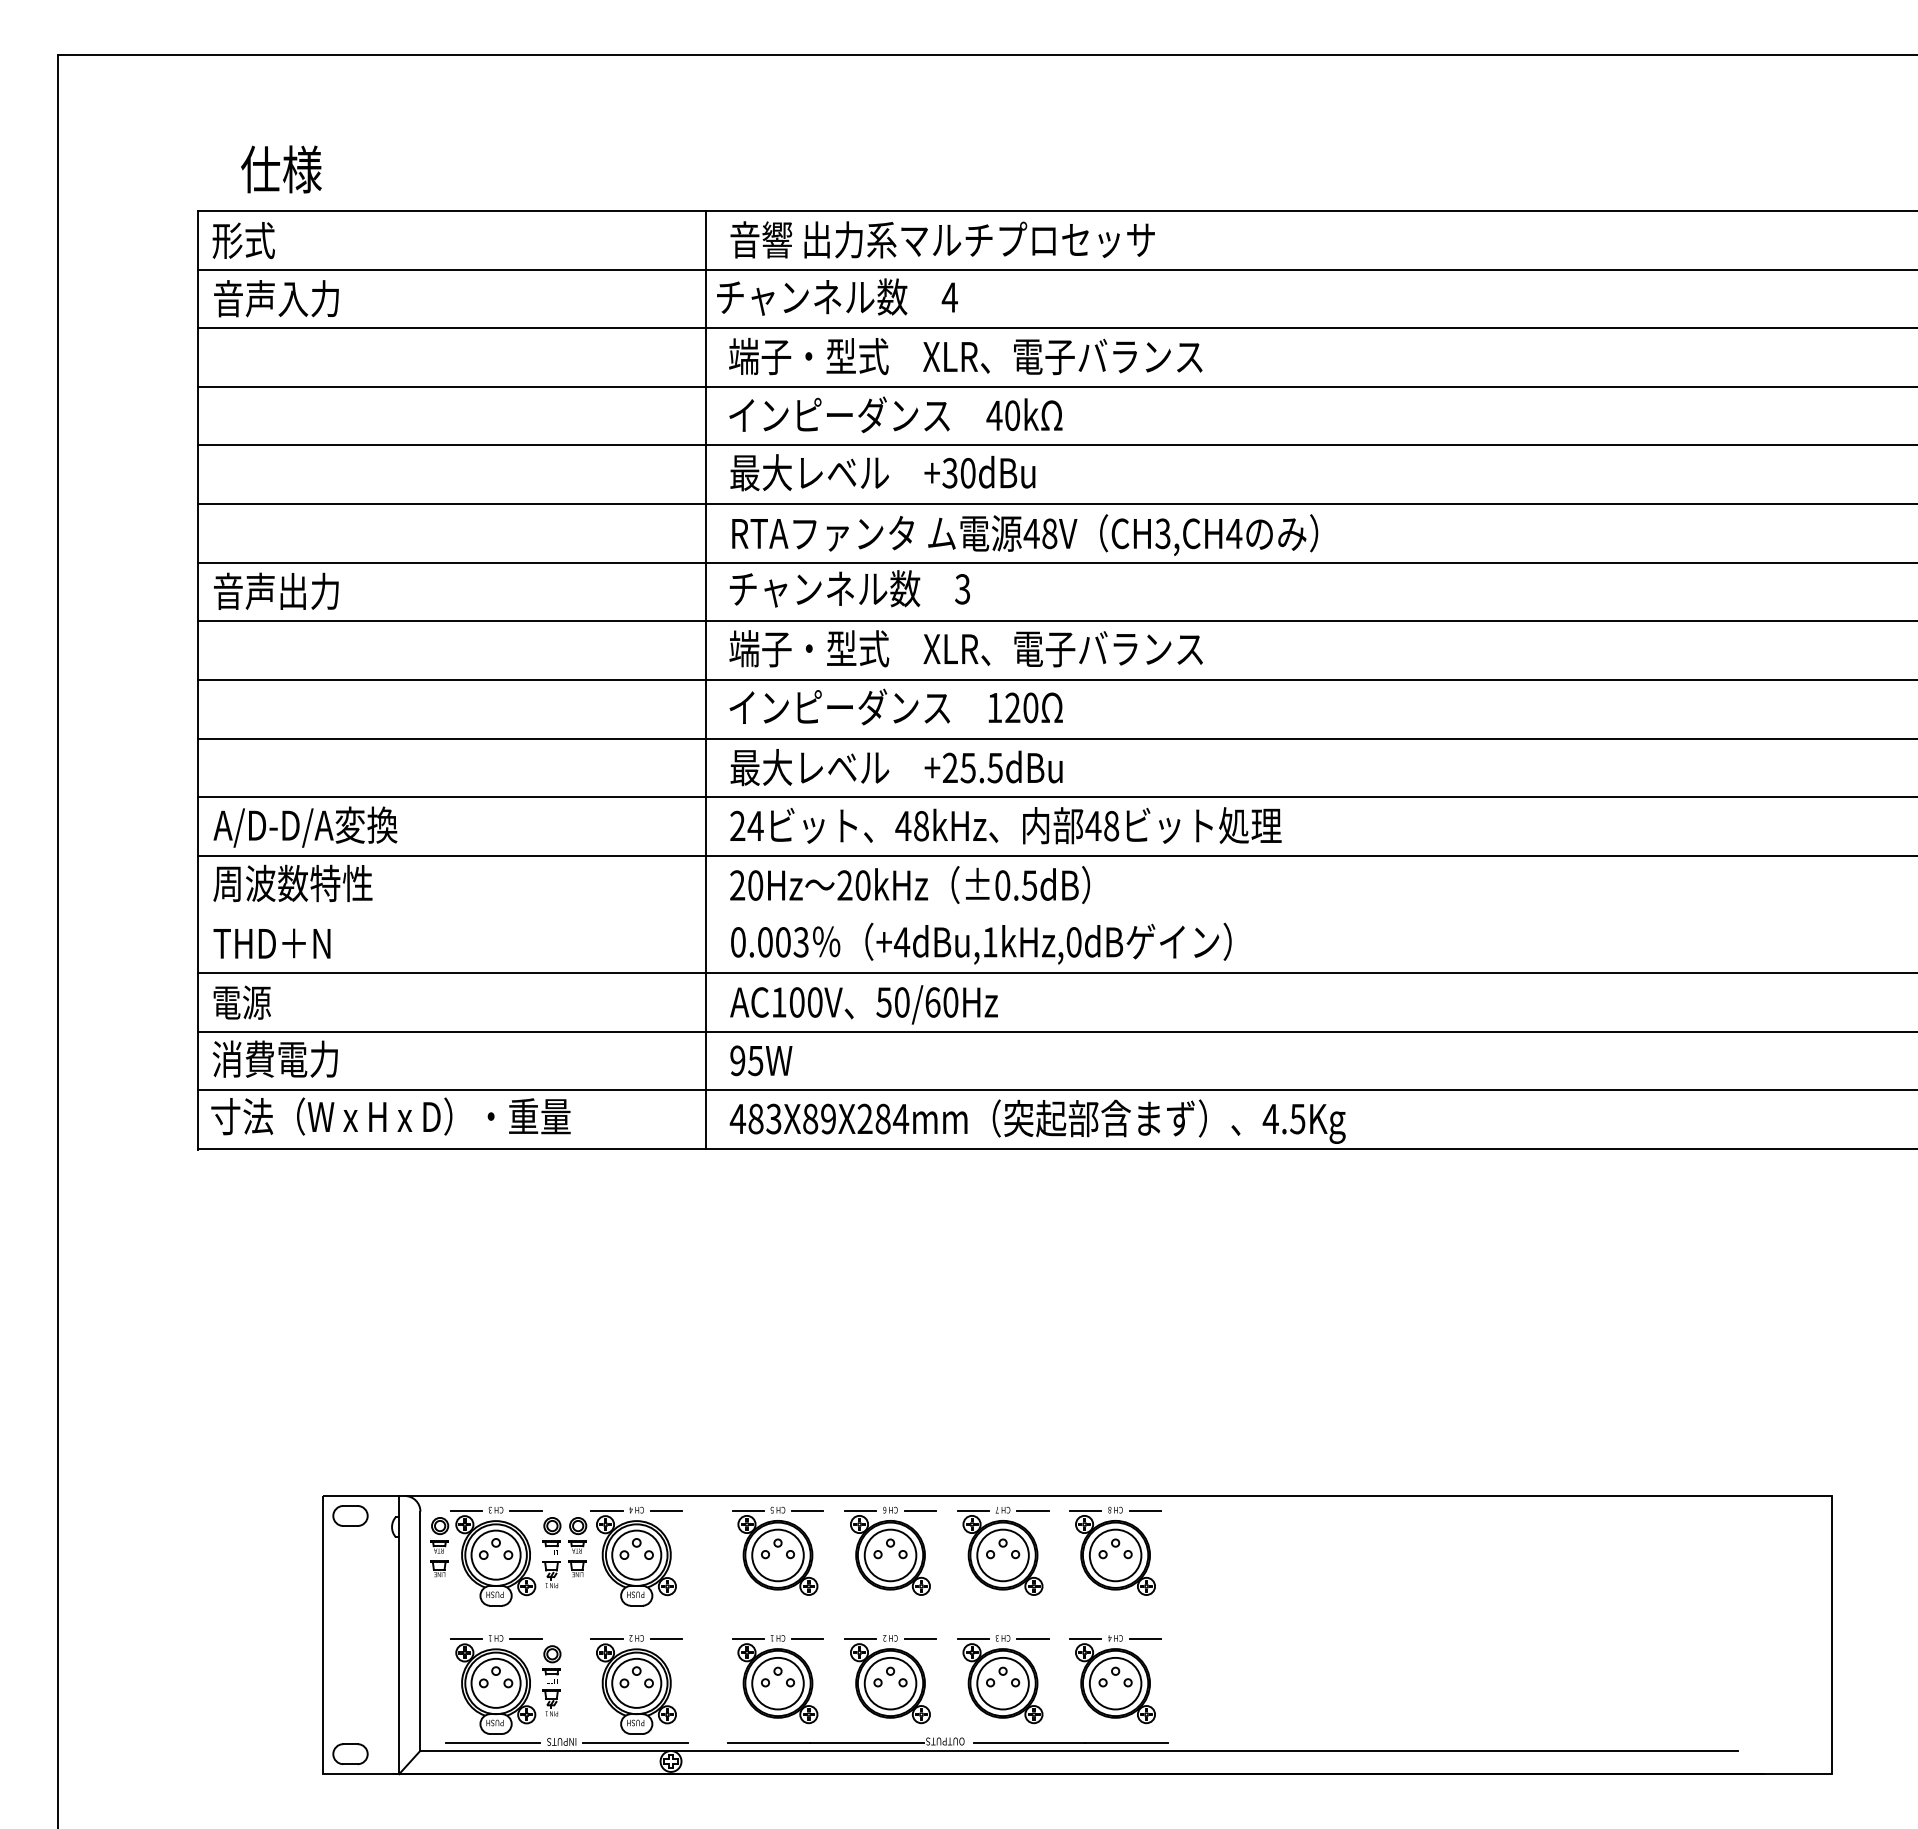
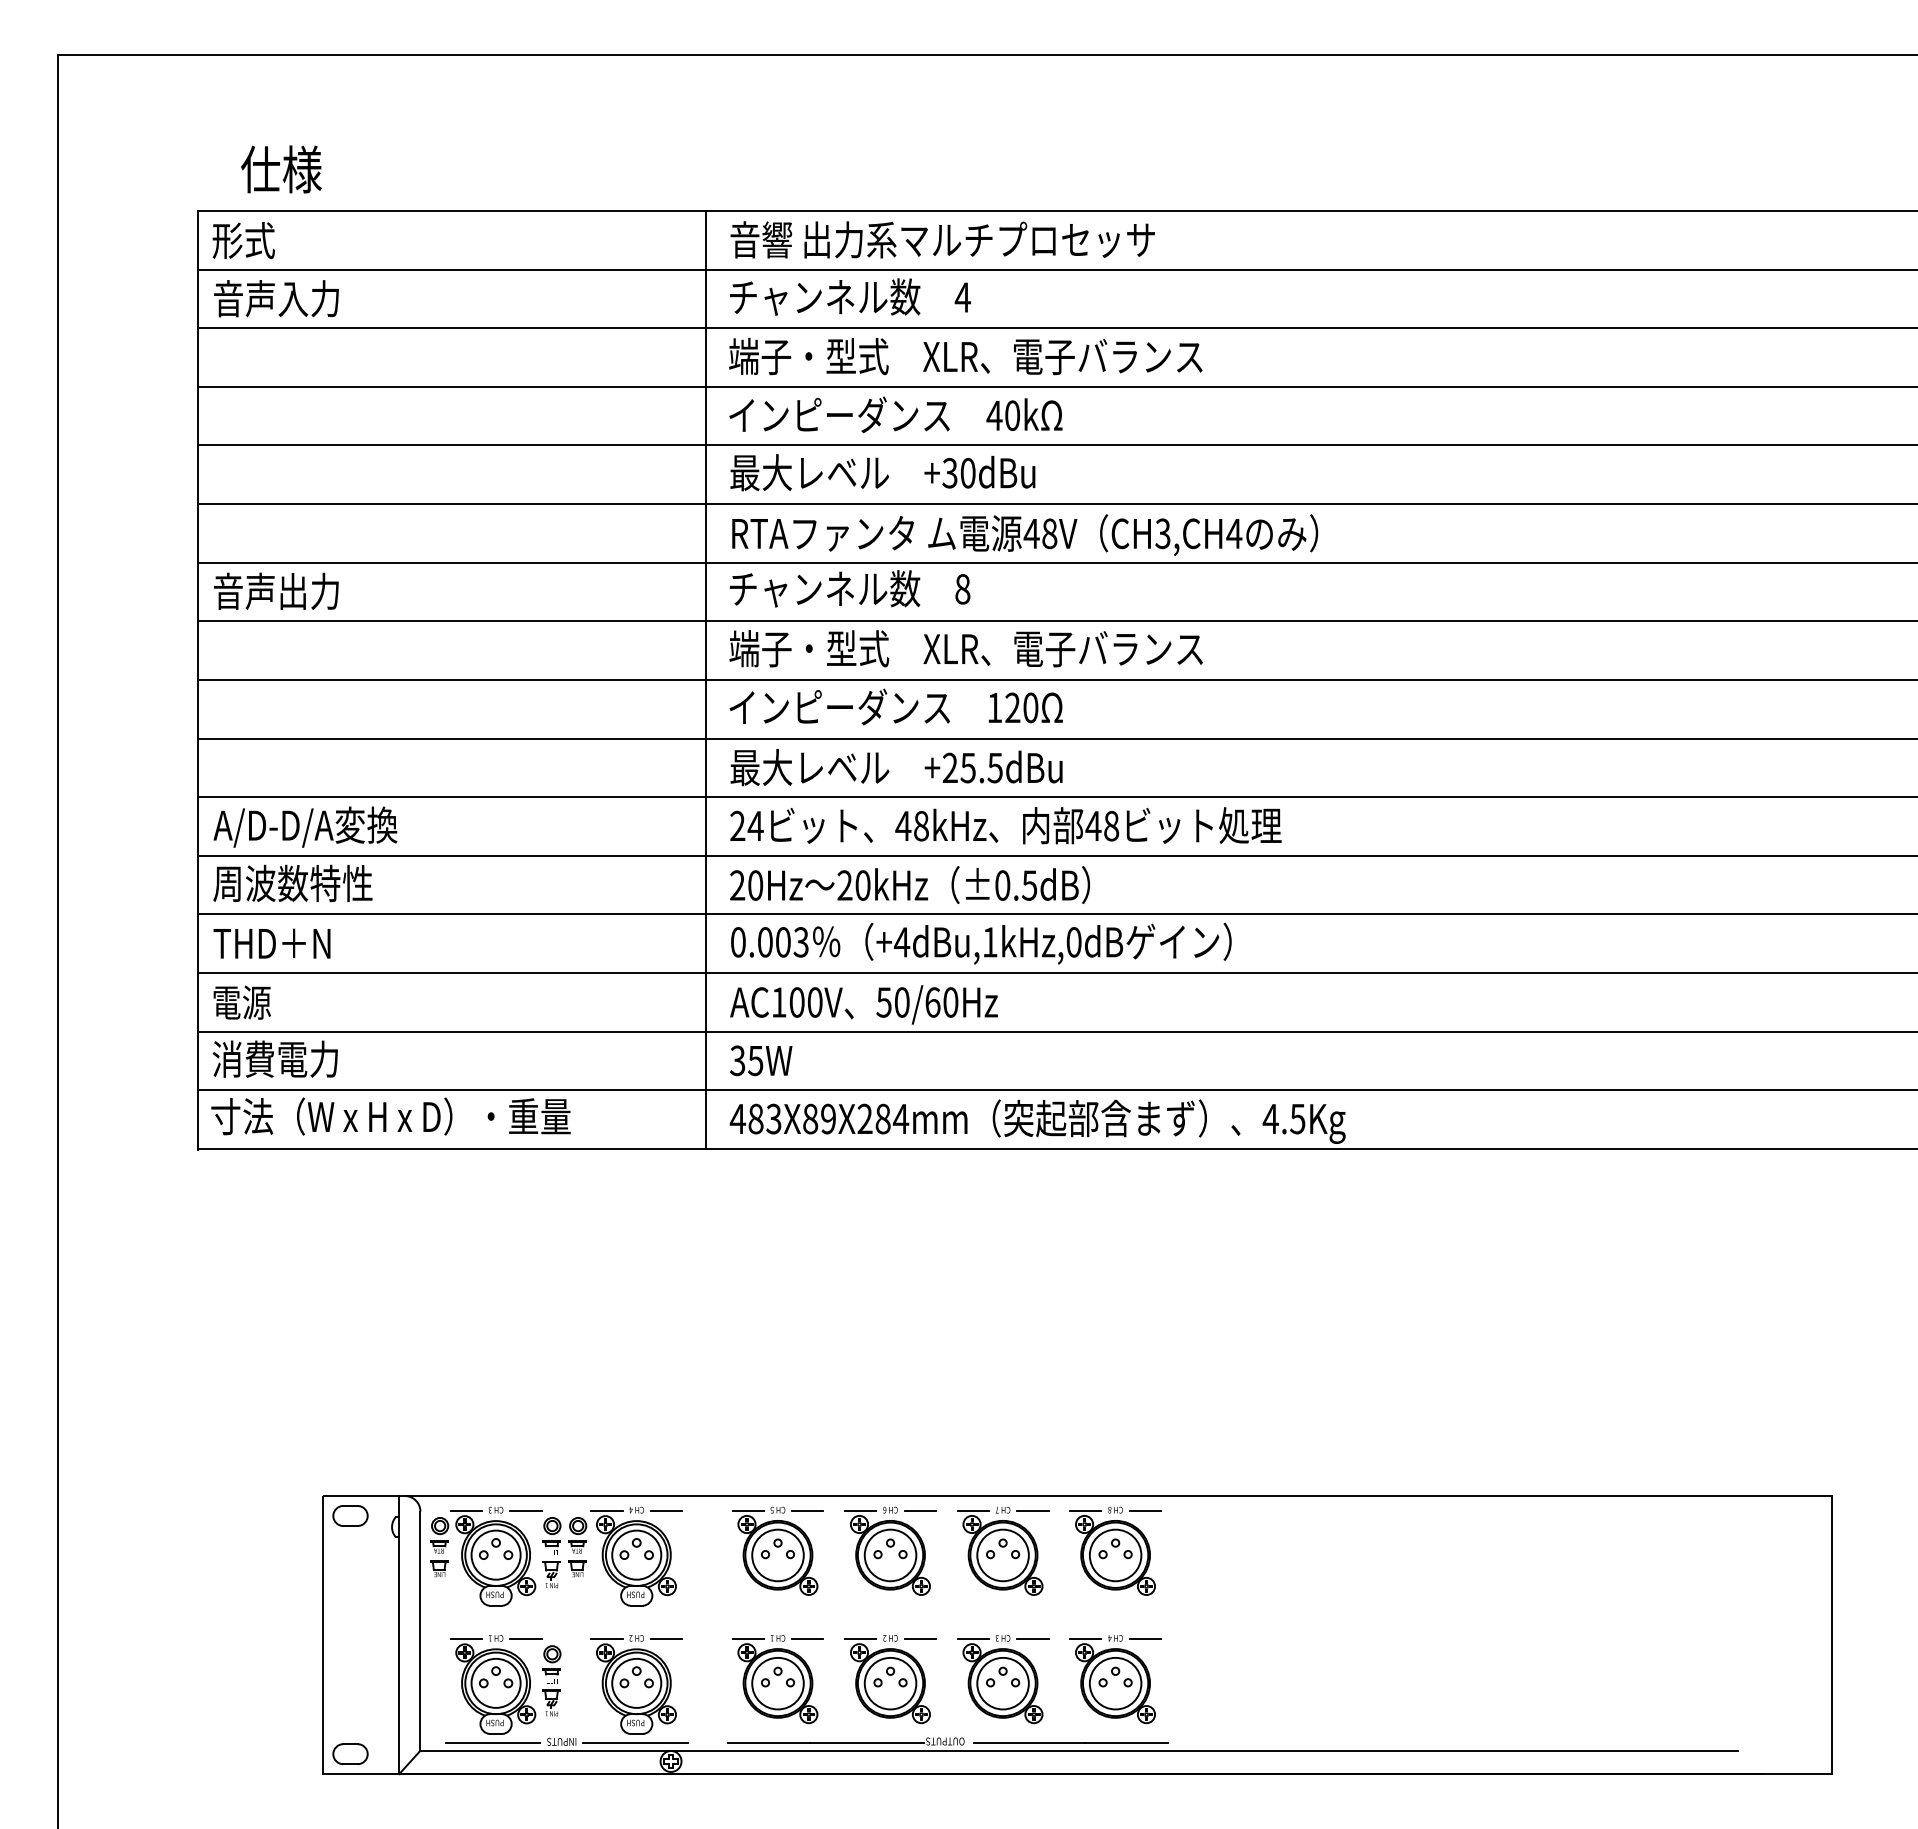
text at (837, 296) position: (837, 296) -> (850, 296)
text at (962, 589): 3 -> 8
line at (1055, 914): none -> present
text at (737, 1060): 95W -> 35W
